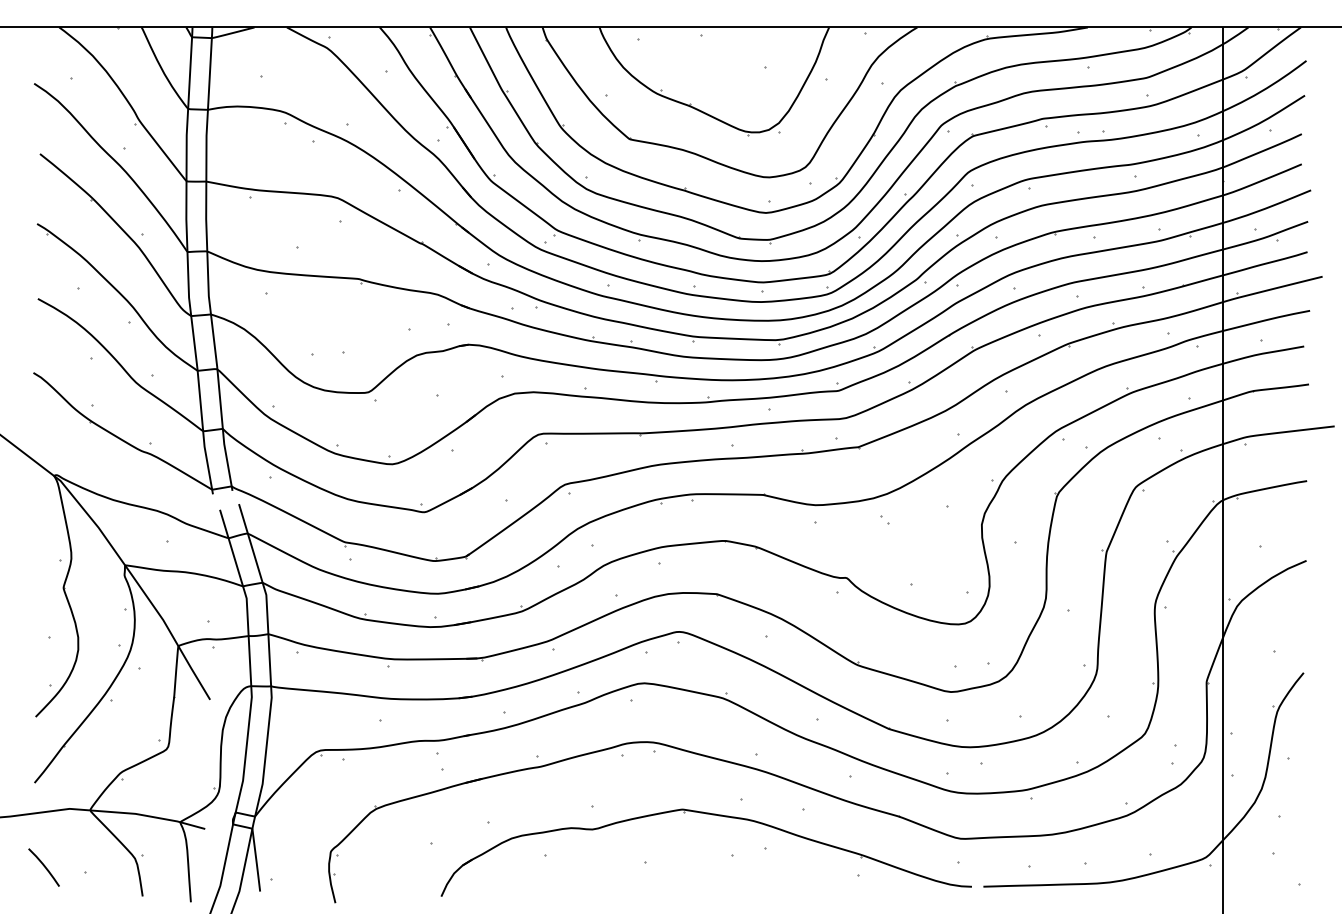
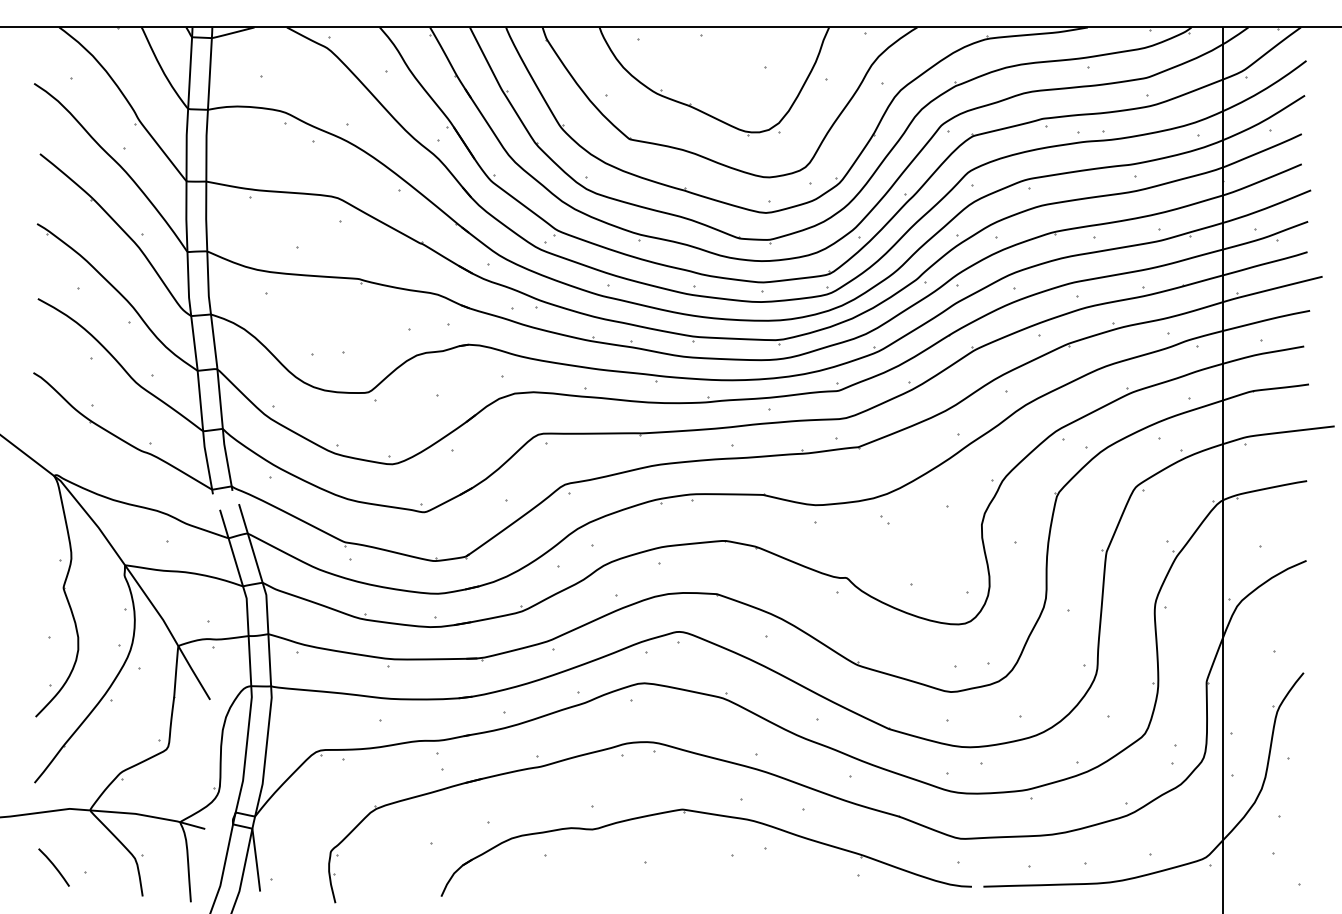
curve at (43, 866) position: (43, 866) -> (53, 866)
